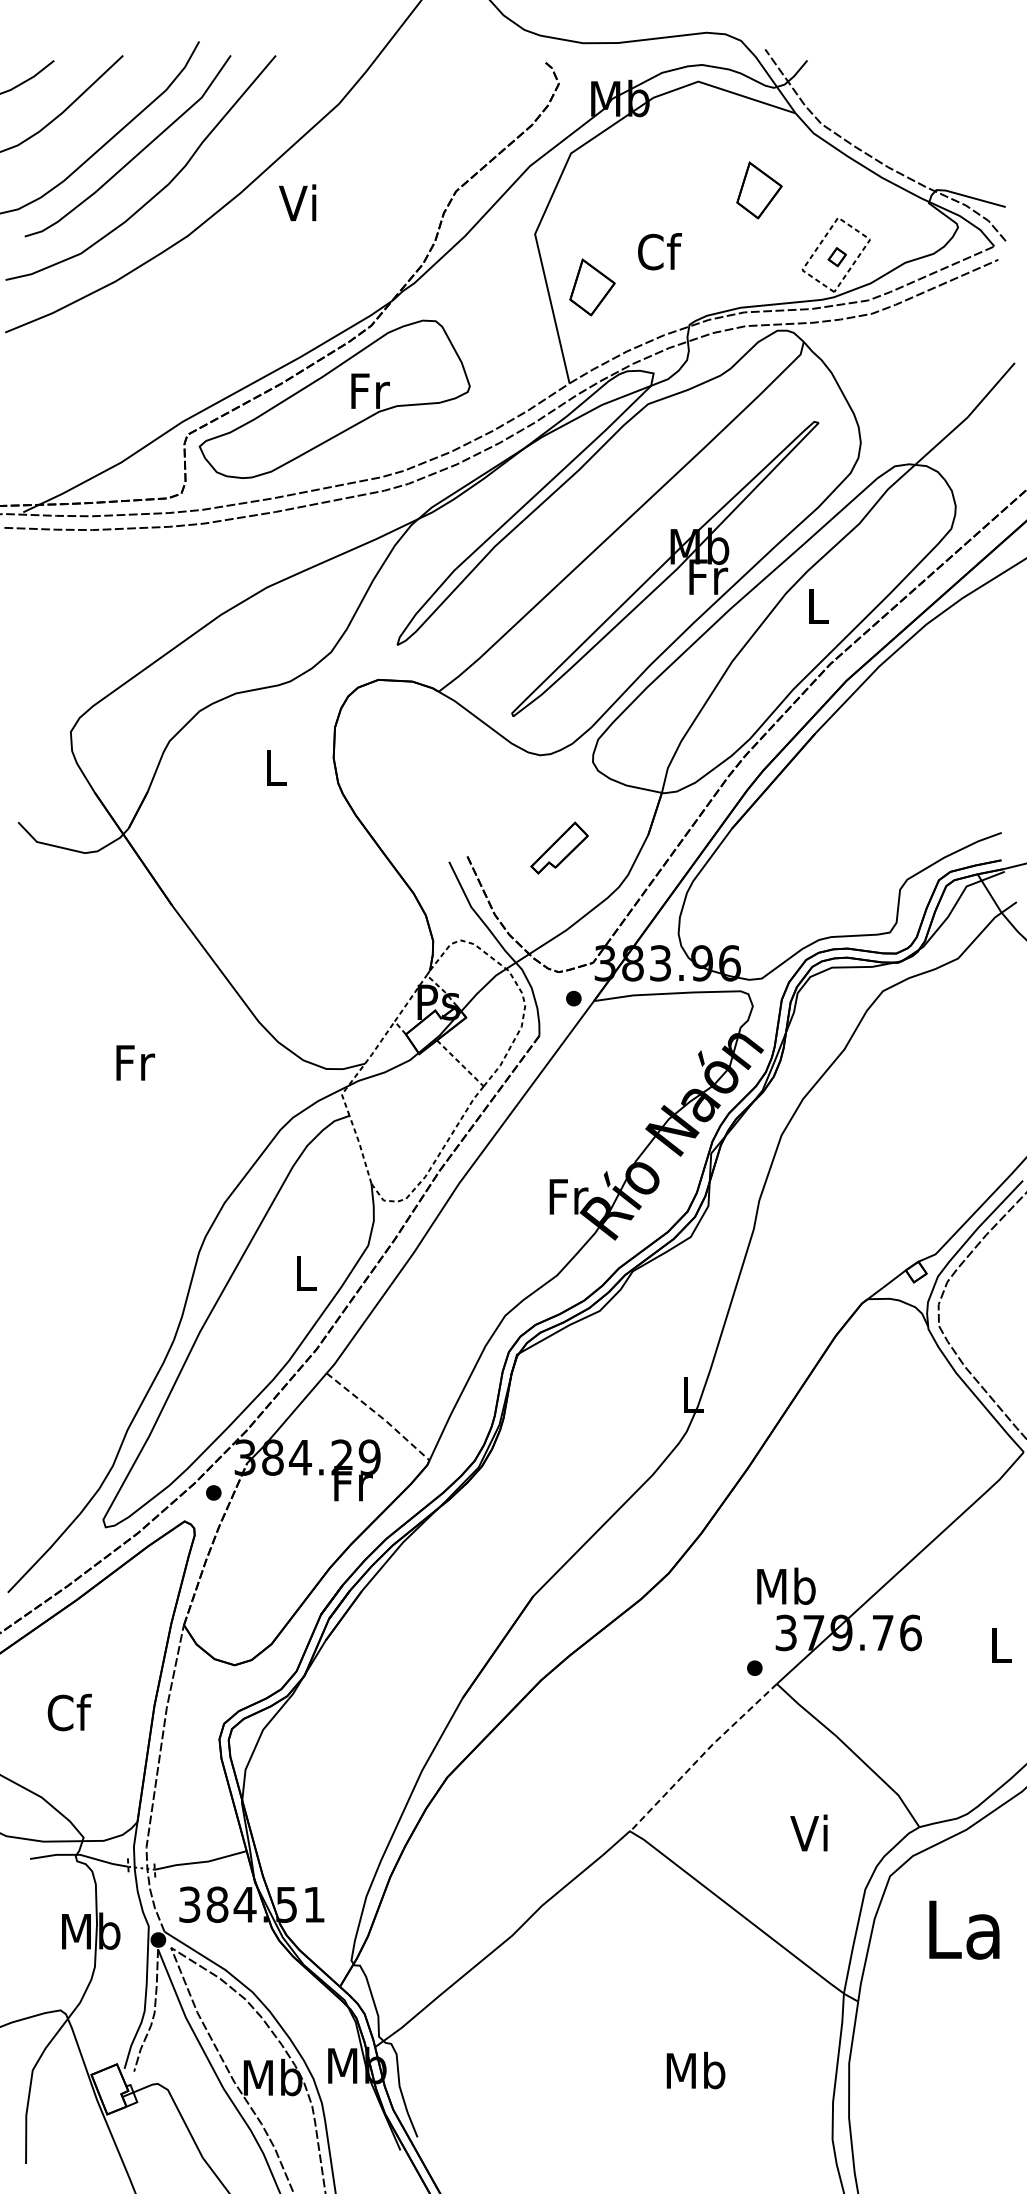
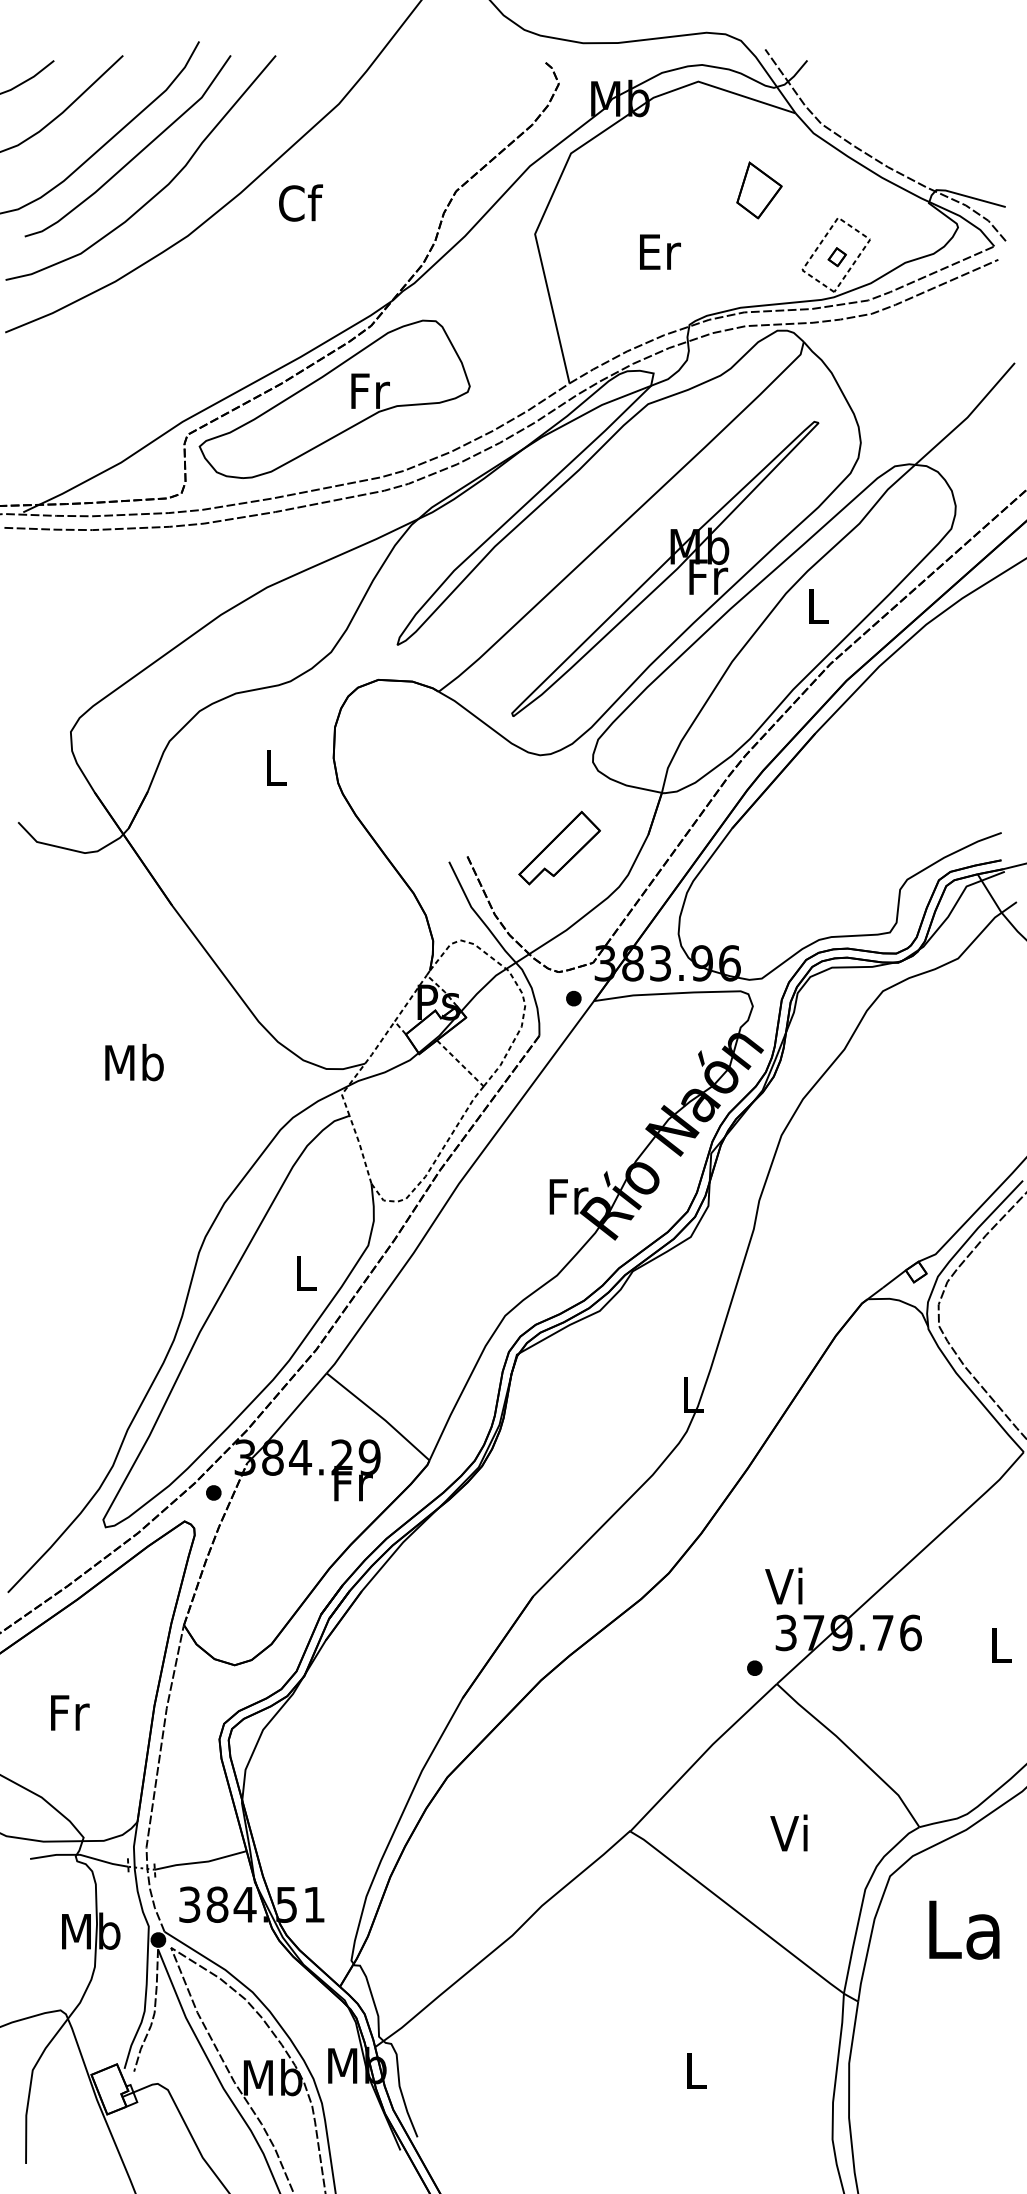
text at (300, 202): Vi -> Cf
text at (659, 251): Cf -> Er
part at (592, 287): present -> none
part at (559, 847) size: 59x54 px -> 83x76 px
text at (134, 1062): Fr -> Mb
line at (380, 1416): dashed -> solid
text at (786, 1585): Mb -> Vi
text at (69, 1712): Cf -> Fr
line at (702, 1755): dashed -> solid
text at (808, 1832) position: (808, 1832) -> (788, 1832)
text at (695, 2070): Mb -> L
